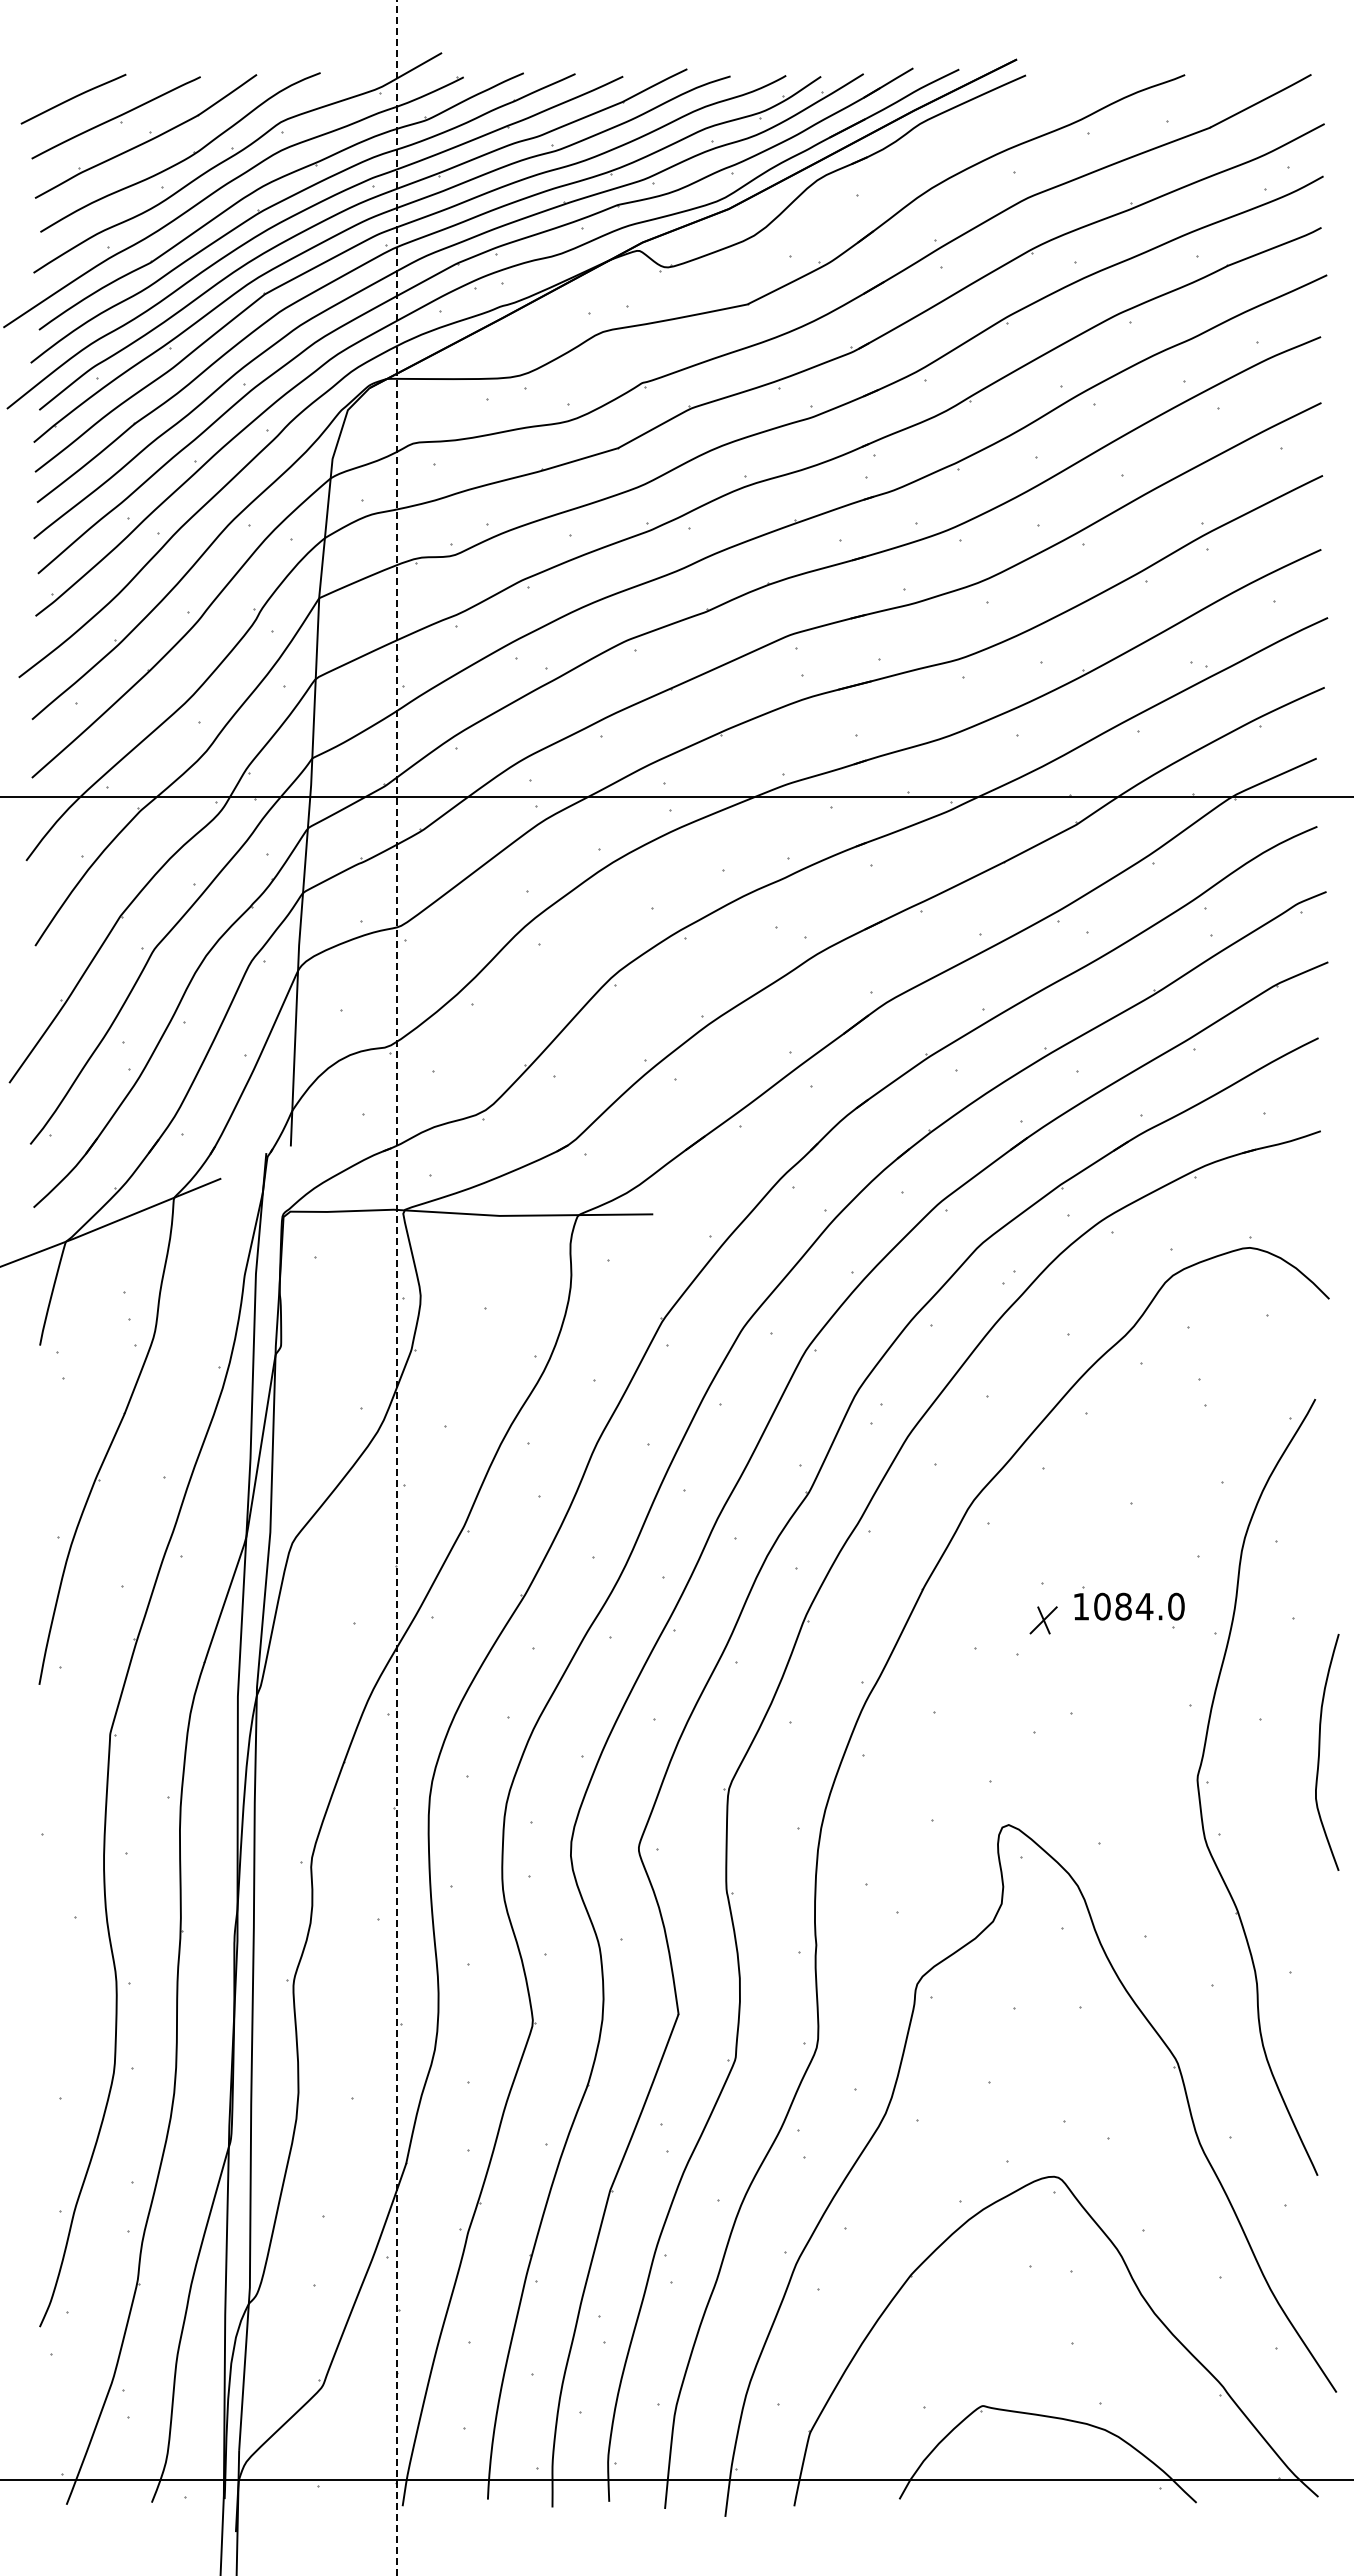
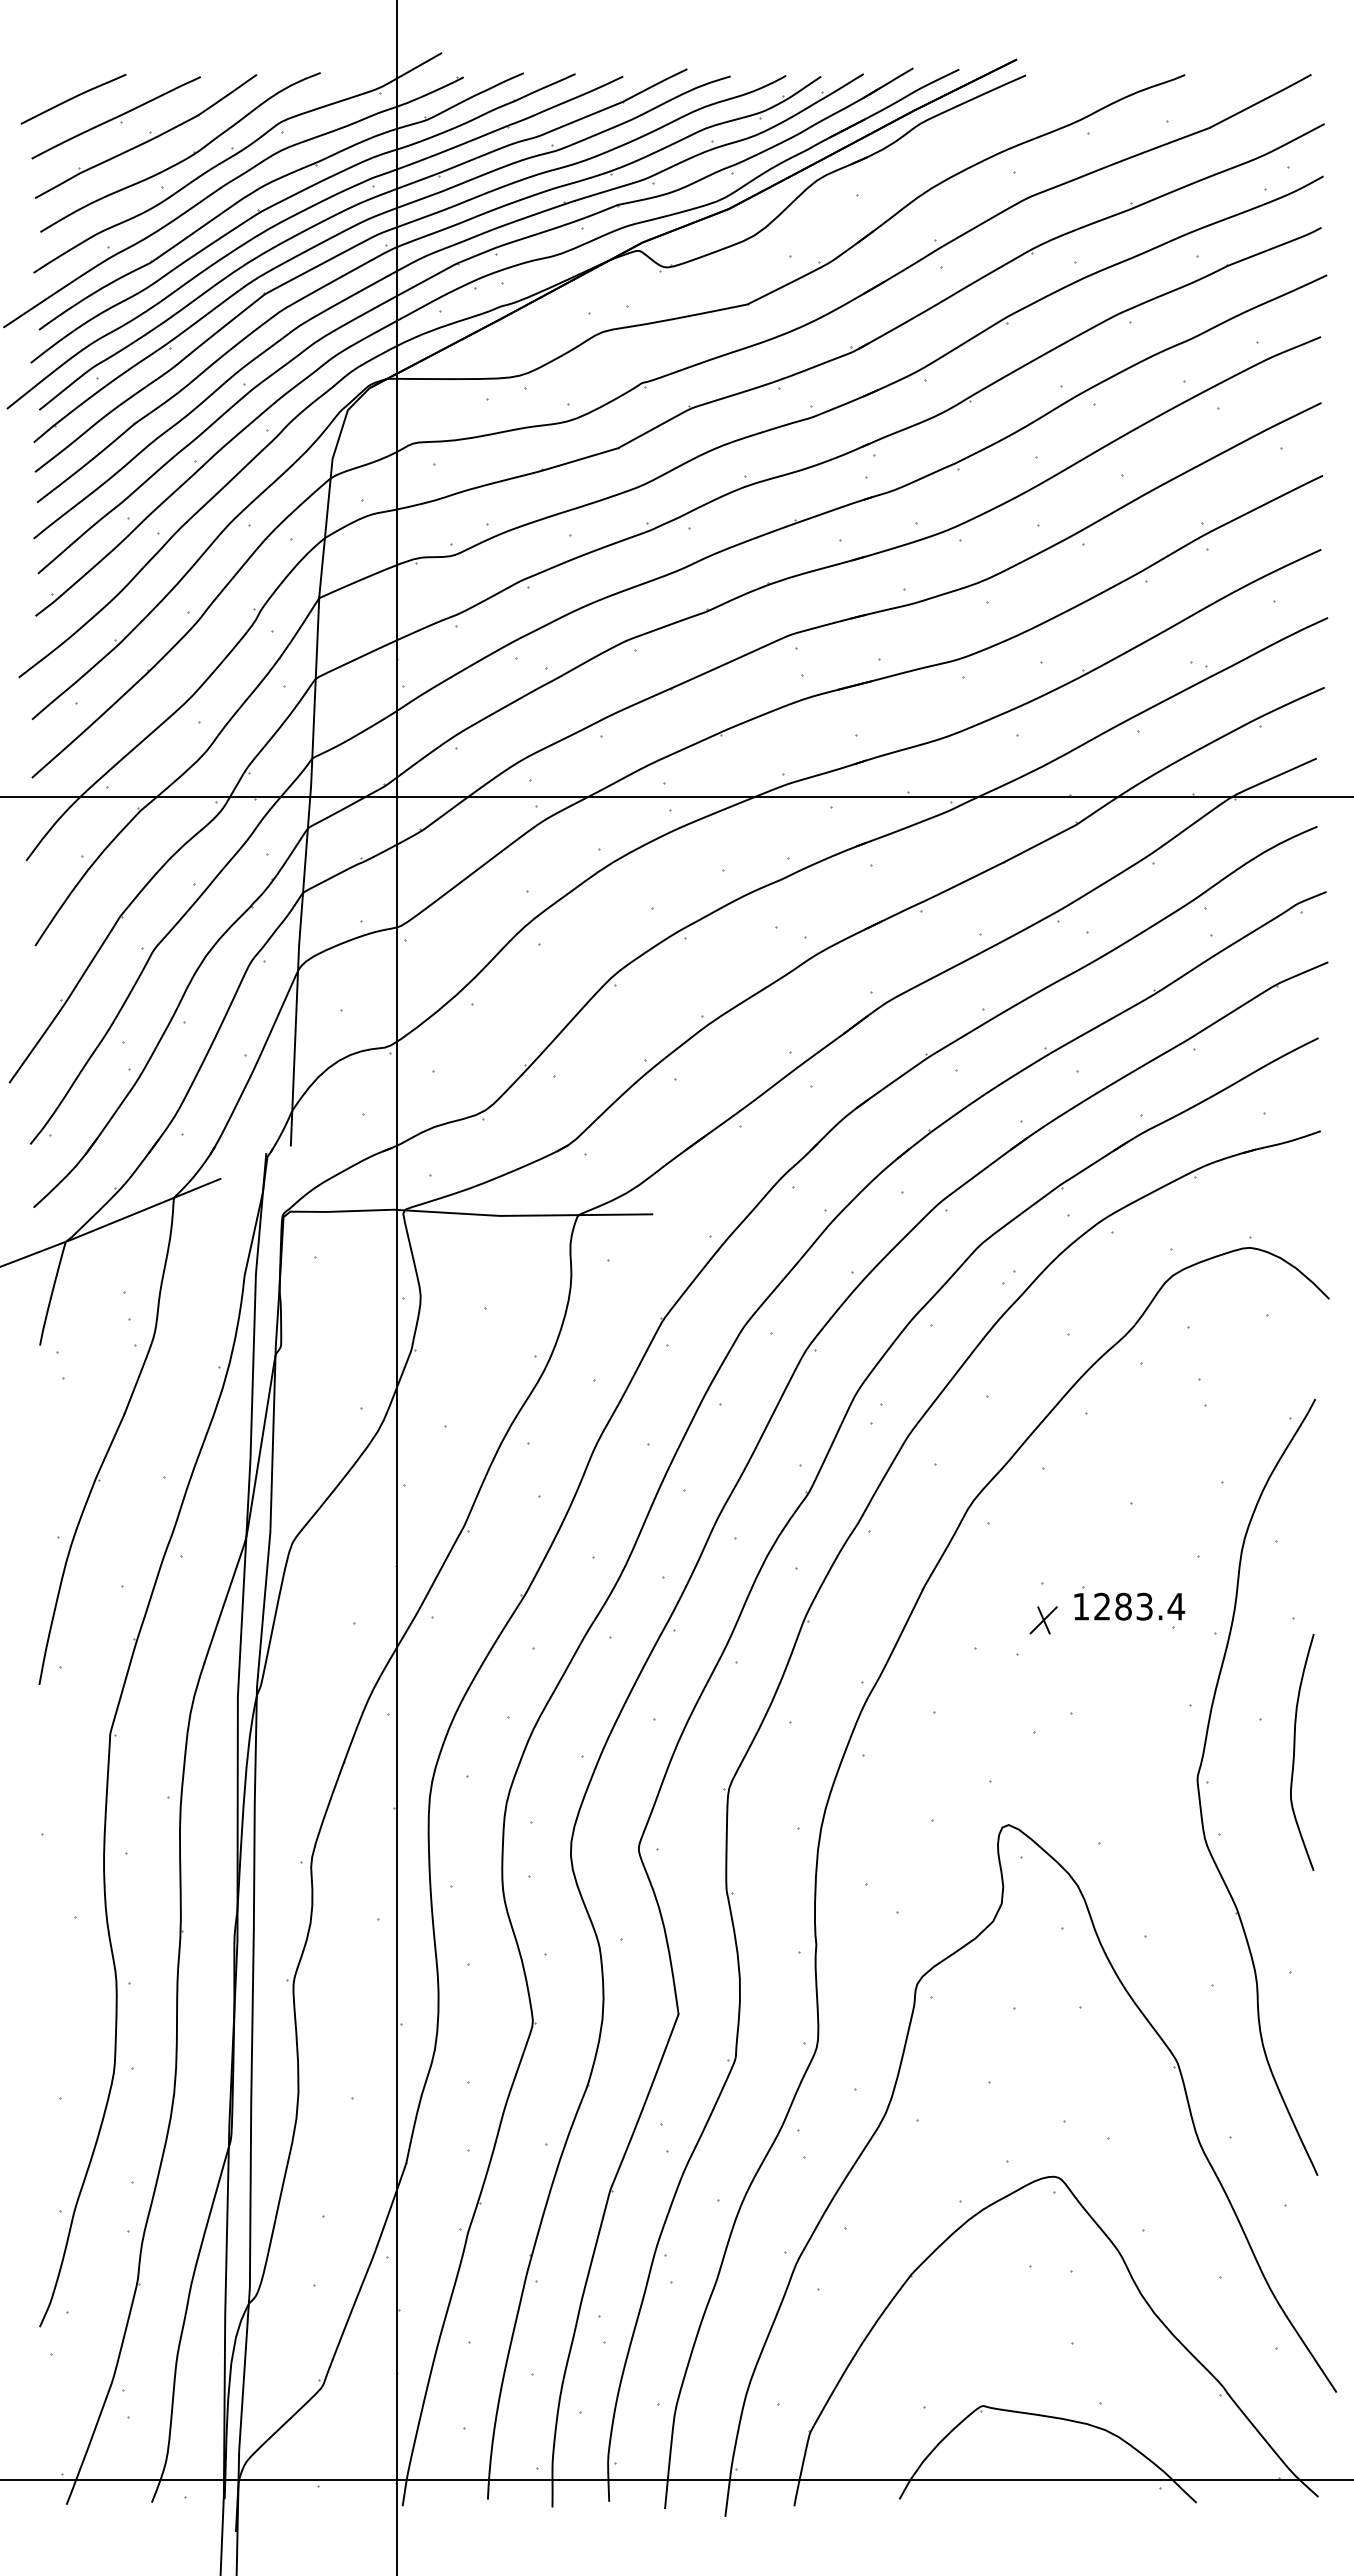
line at (396, 1288): dashed -> solid
text at (1139, 1606): 1084.0 -> 1283.4
curve at (1320, 1750) position: (1320, 1750) -> (1295, 1750)
